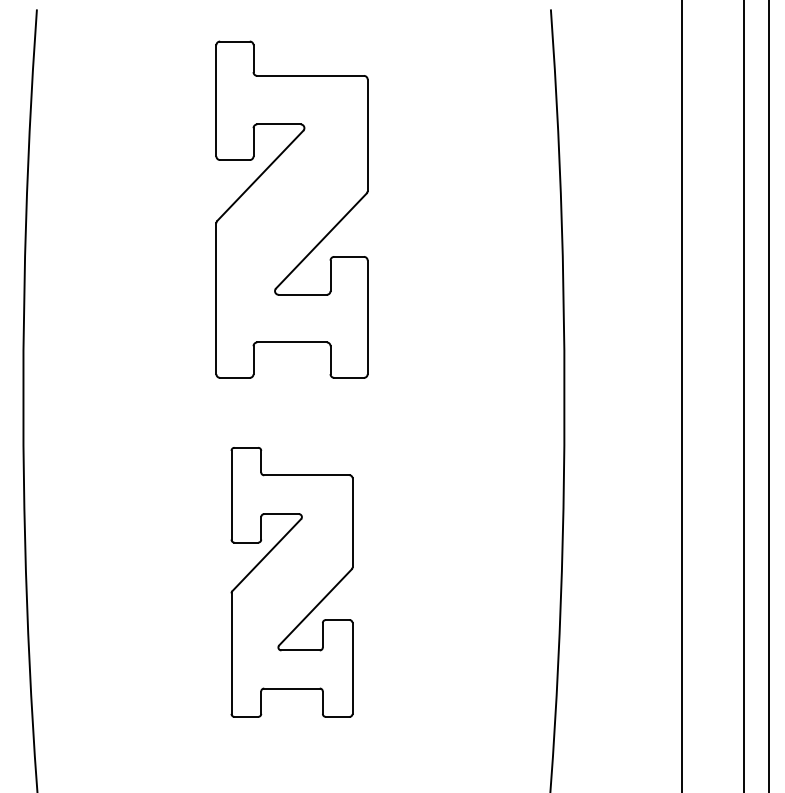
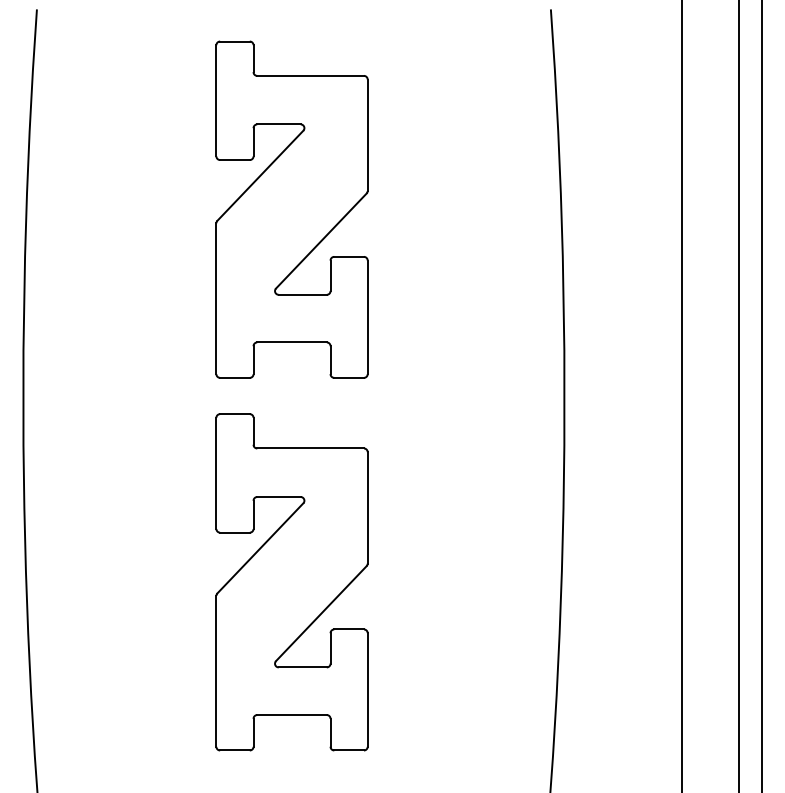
line at (743, 395) position: (743, 395) -> (738, 395)
line at (768, 395) position: (768, 395) -> (761, 395)
part at (291, 582) size: 124x271 px -> 154x339 px
